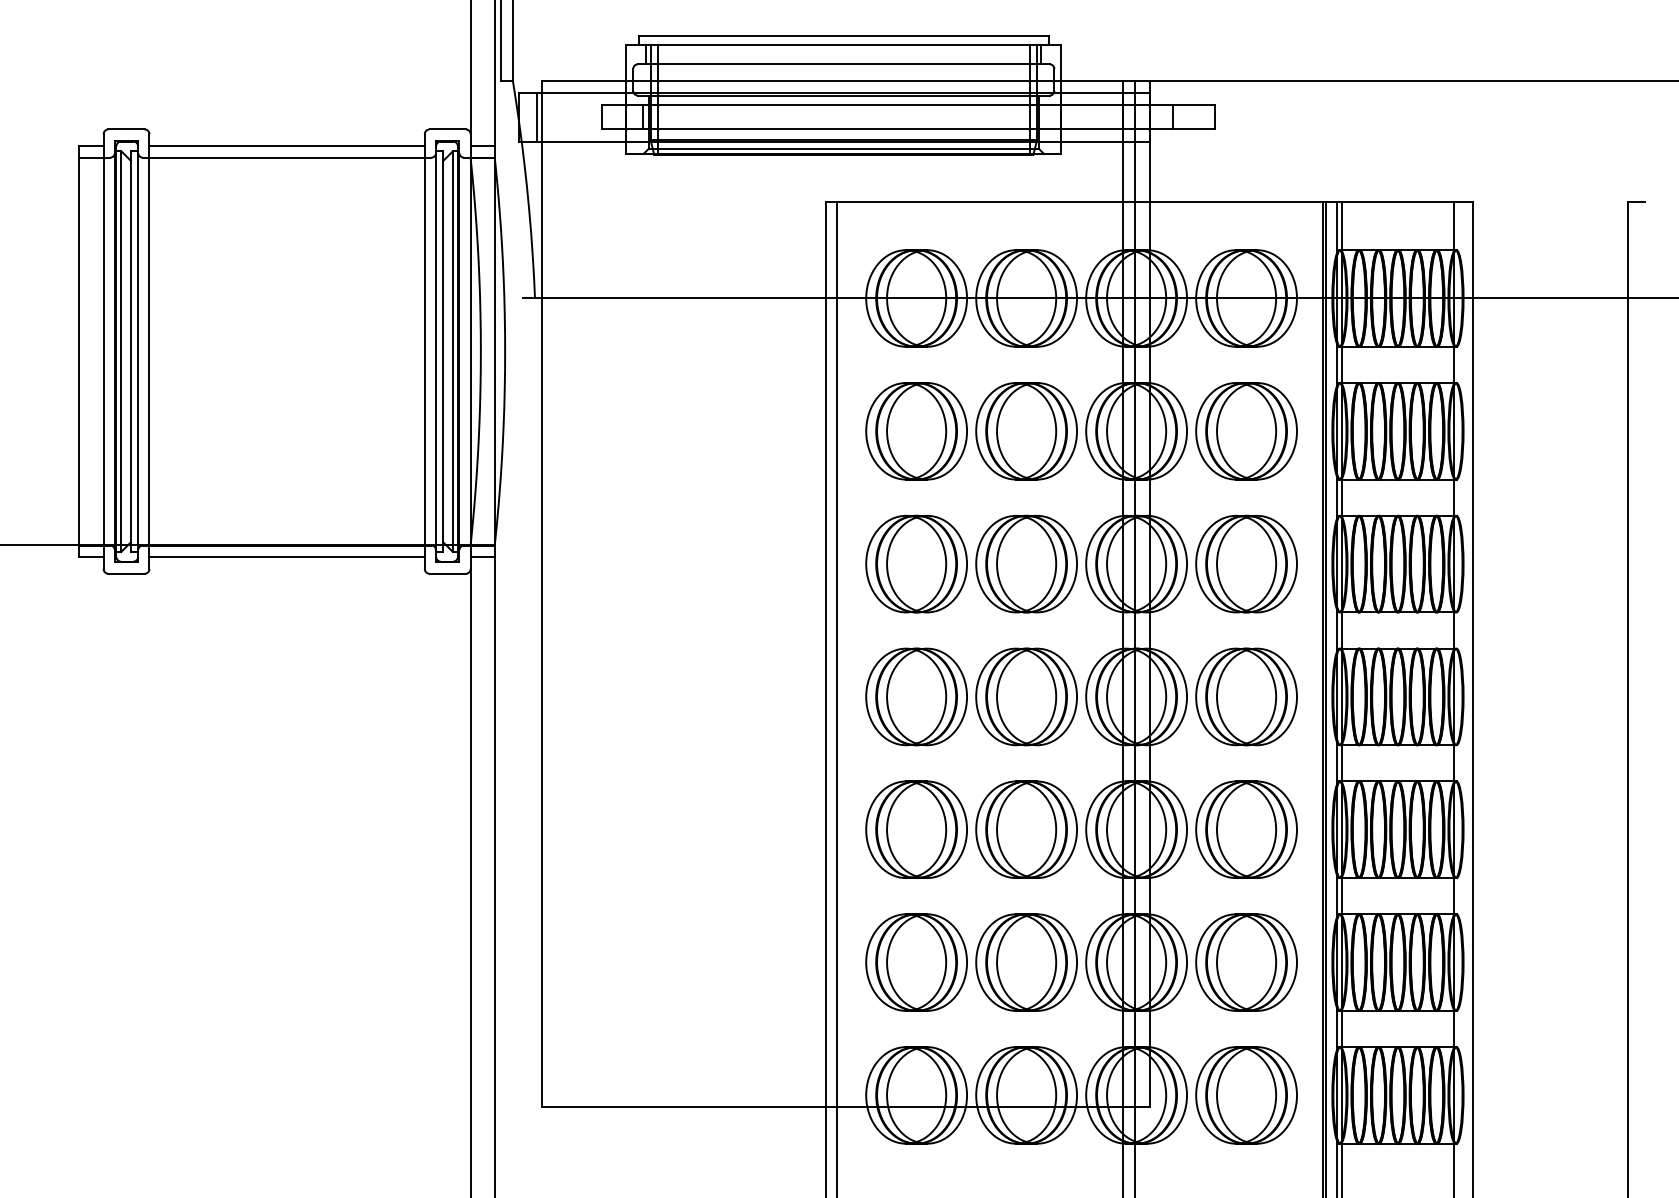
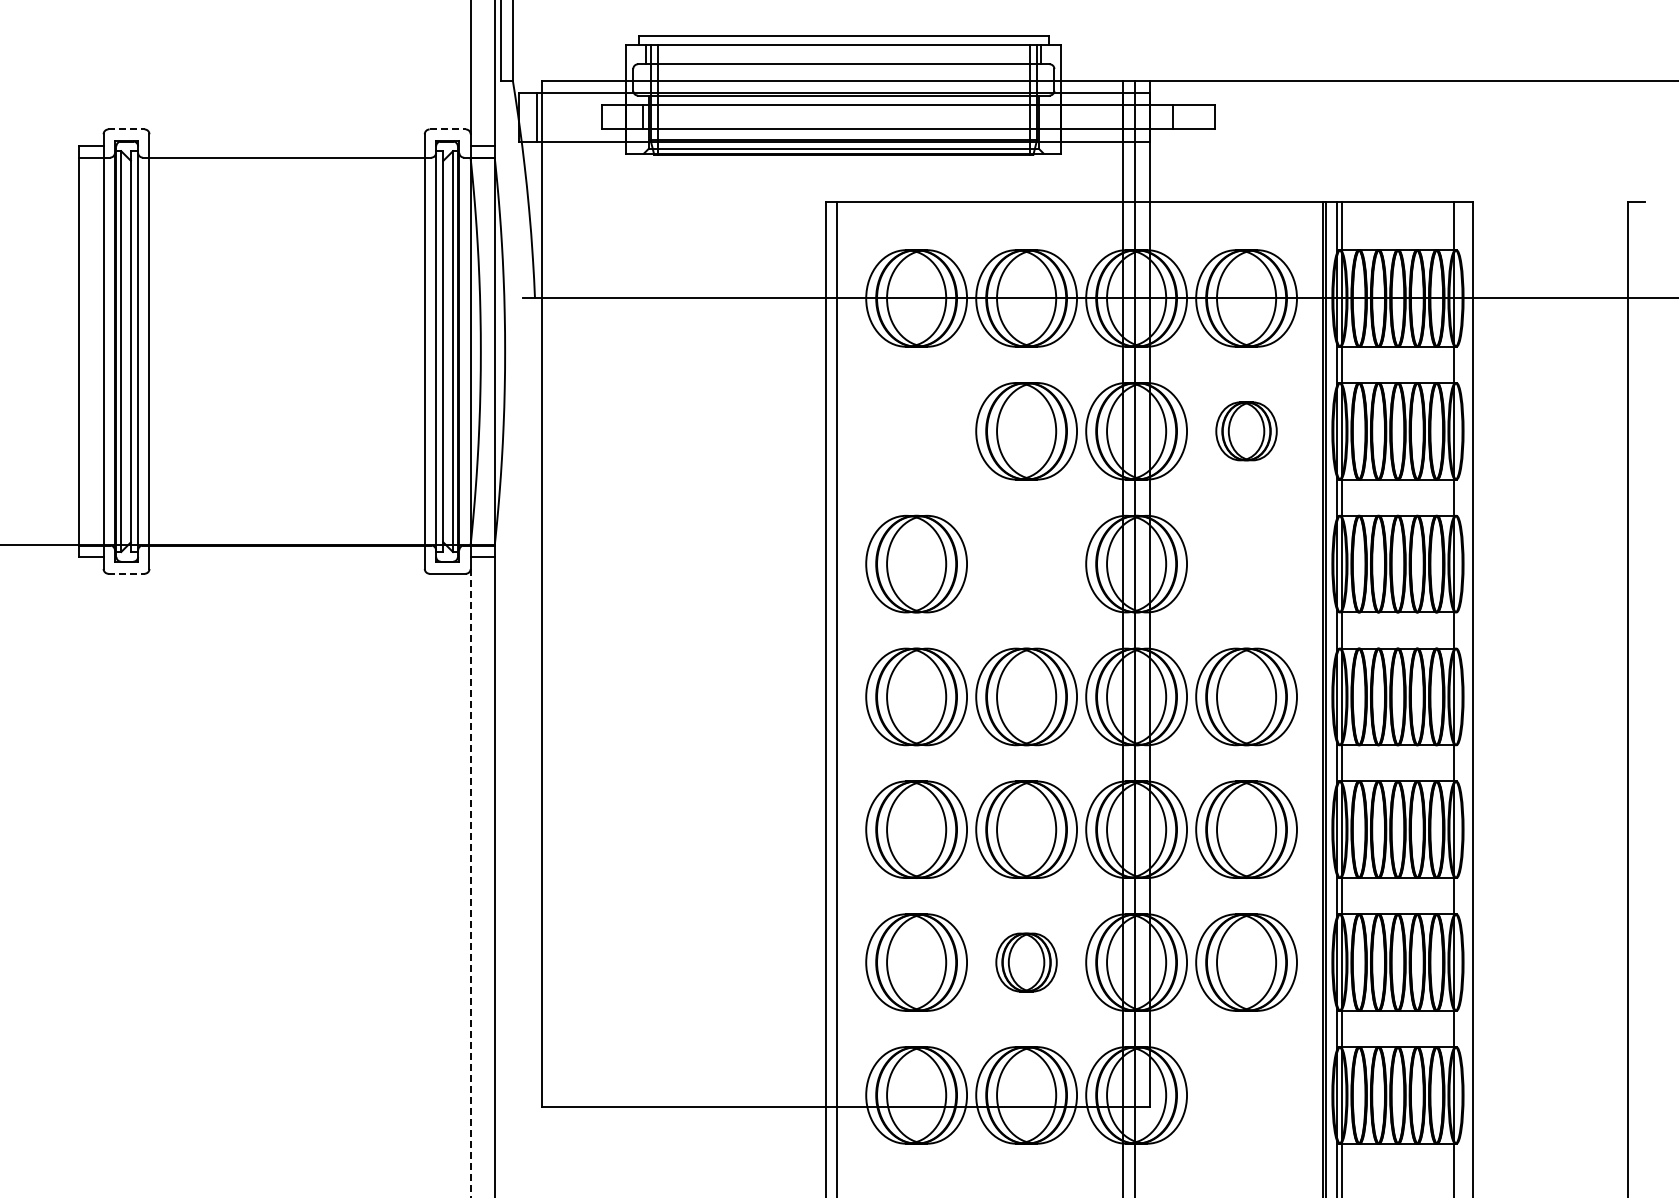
line at (127, 129): solid -> dashed
line at (448, 129): solid -> dashed
line at (286, 146): present -> none
part at (916, 431): present -> none
part at (1246, 431) size: 103x99 px -> 63x61 px
line at (286, 556): present -> none
part at (1026, 563): present -> none
part at (1246, 563): present -> none
line at (127, 573): solid -> dashed
line at (470, 883): solid -> dashed
part at (1026, 962) size: 103x99 px -> 63x61 px
part at (1246, 1095): present -> none
